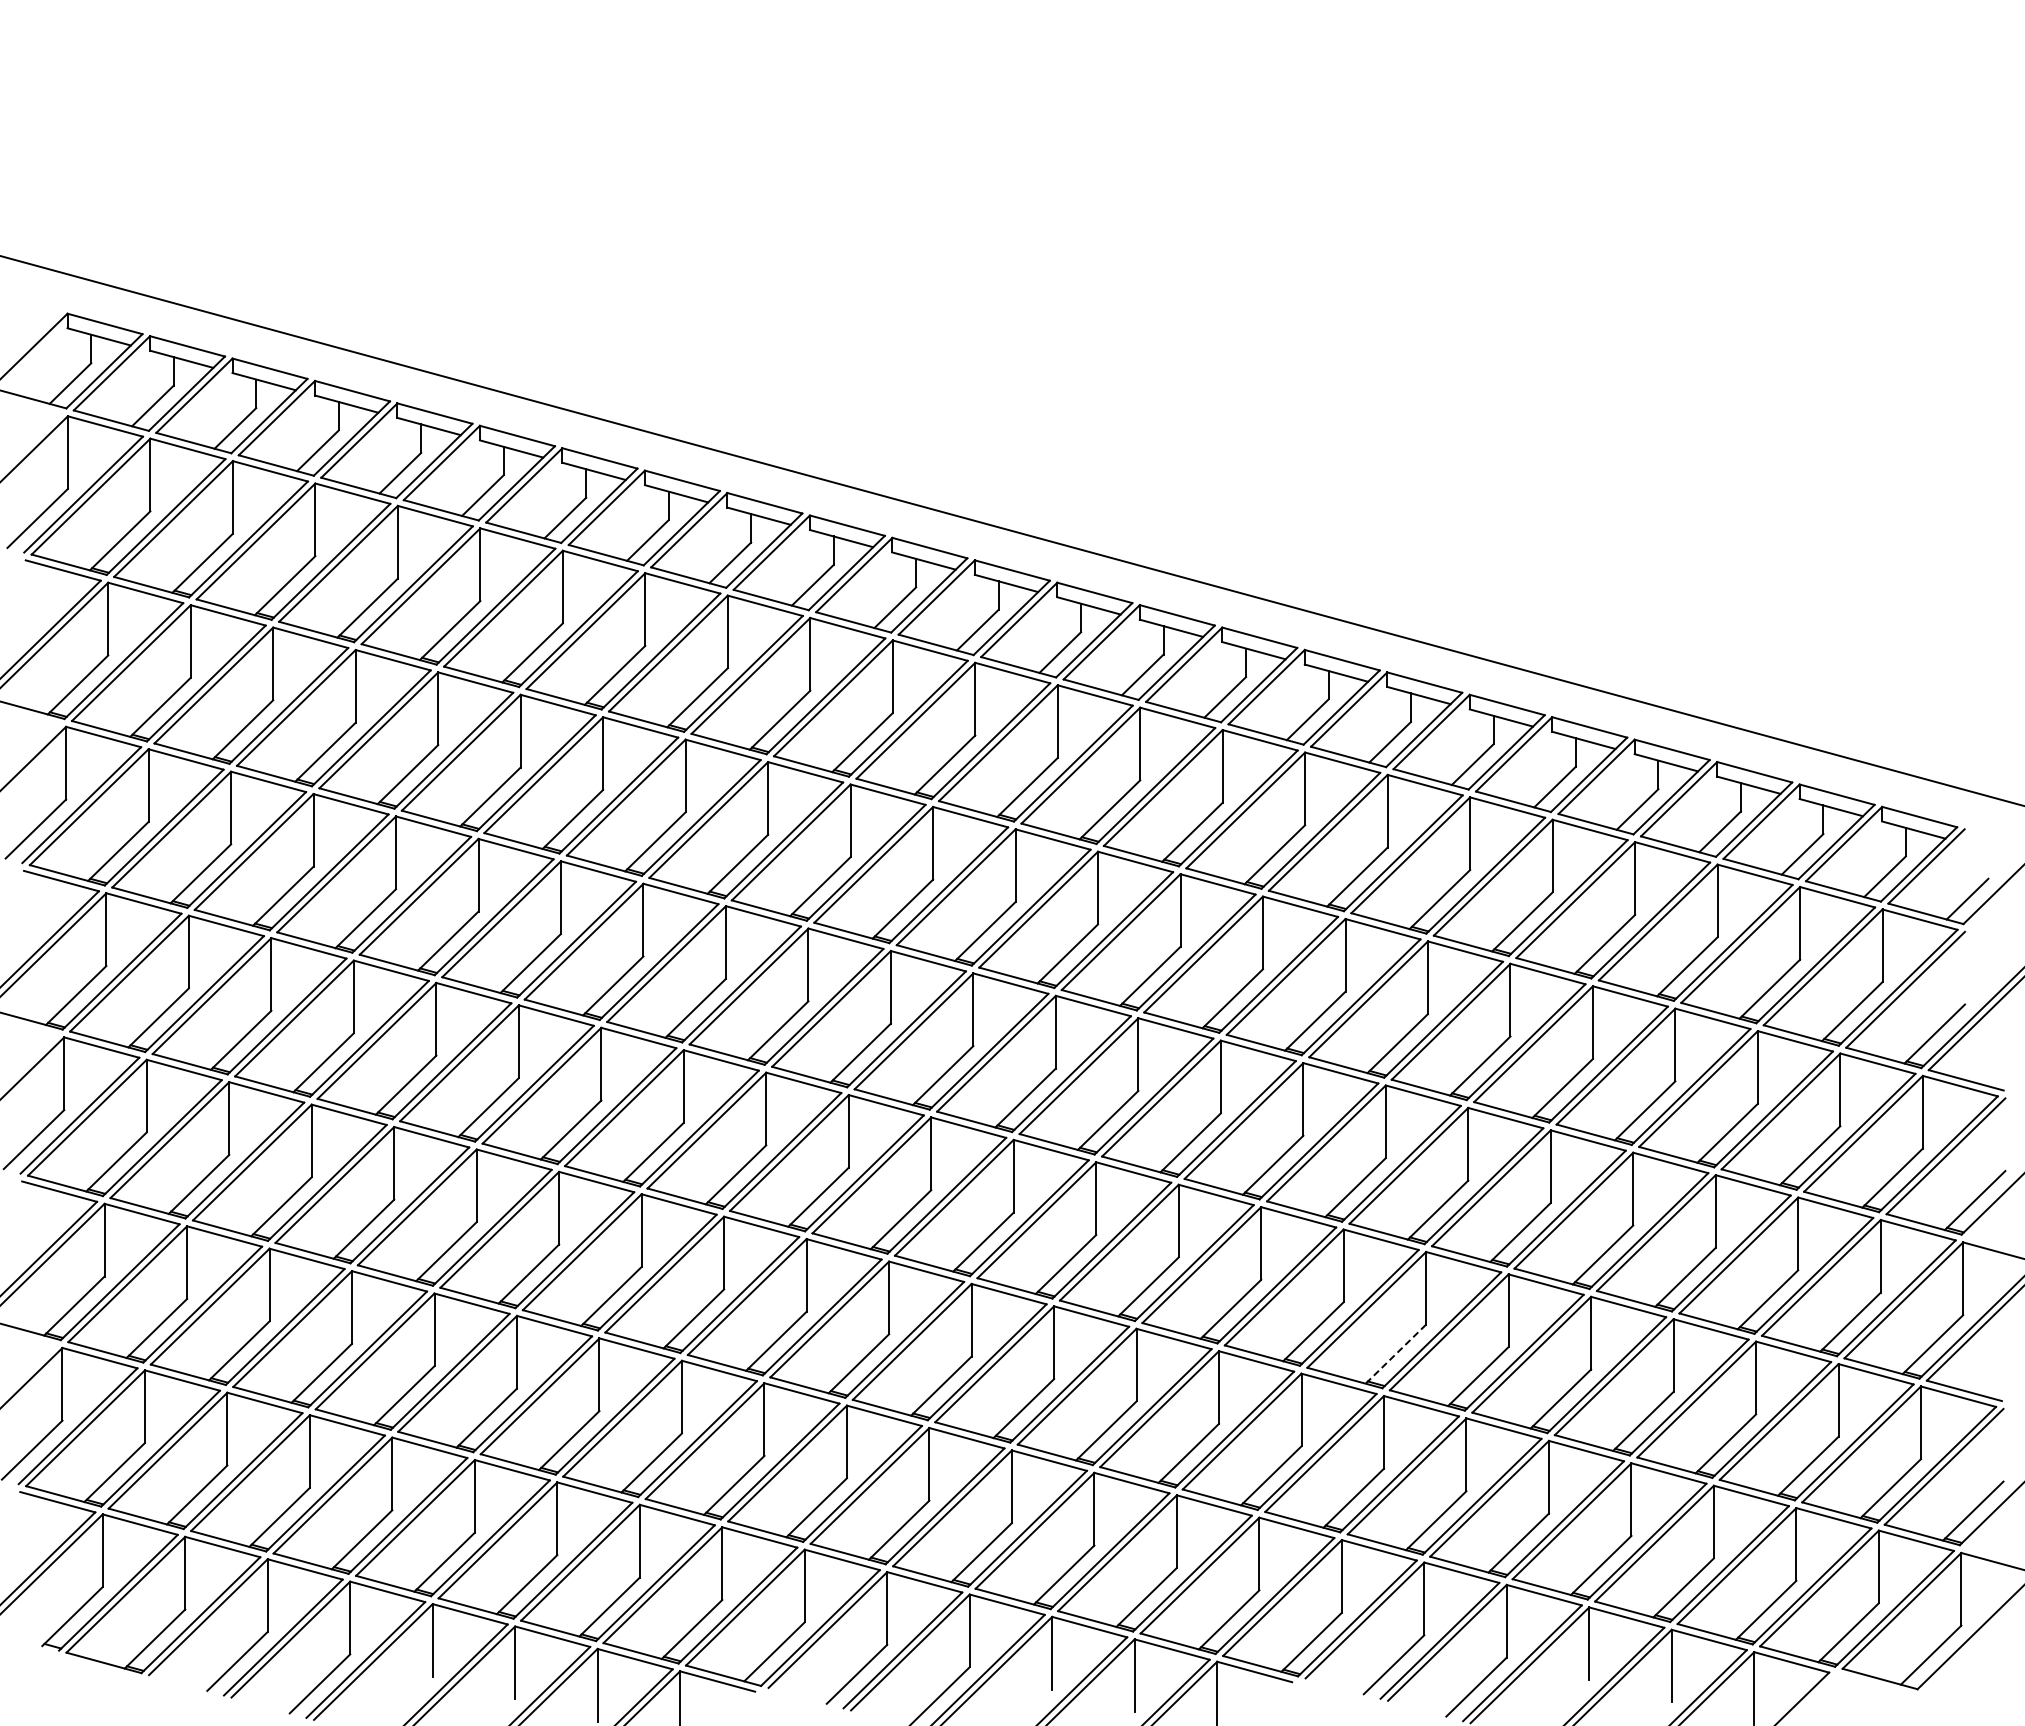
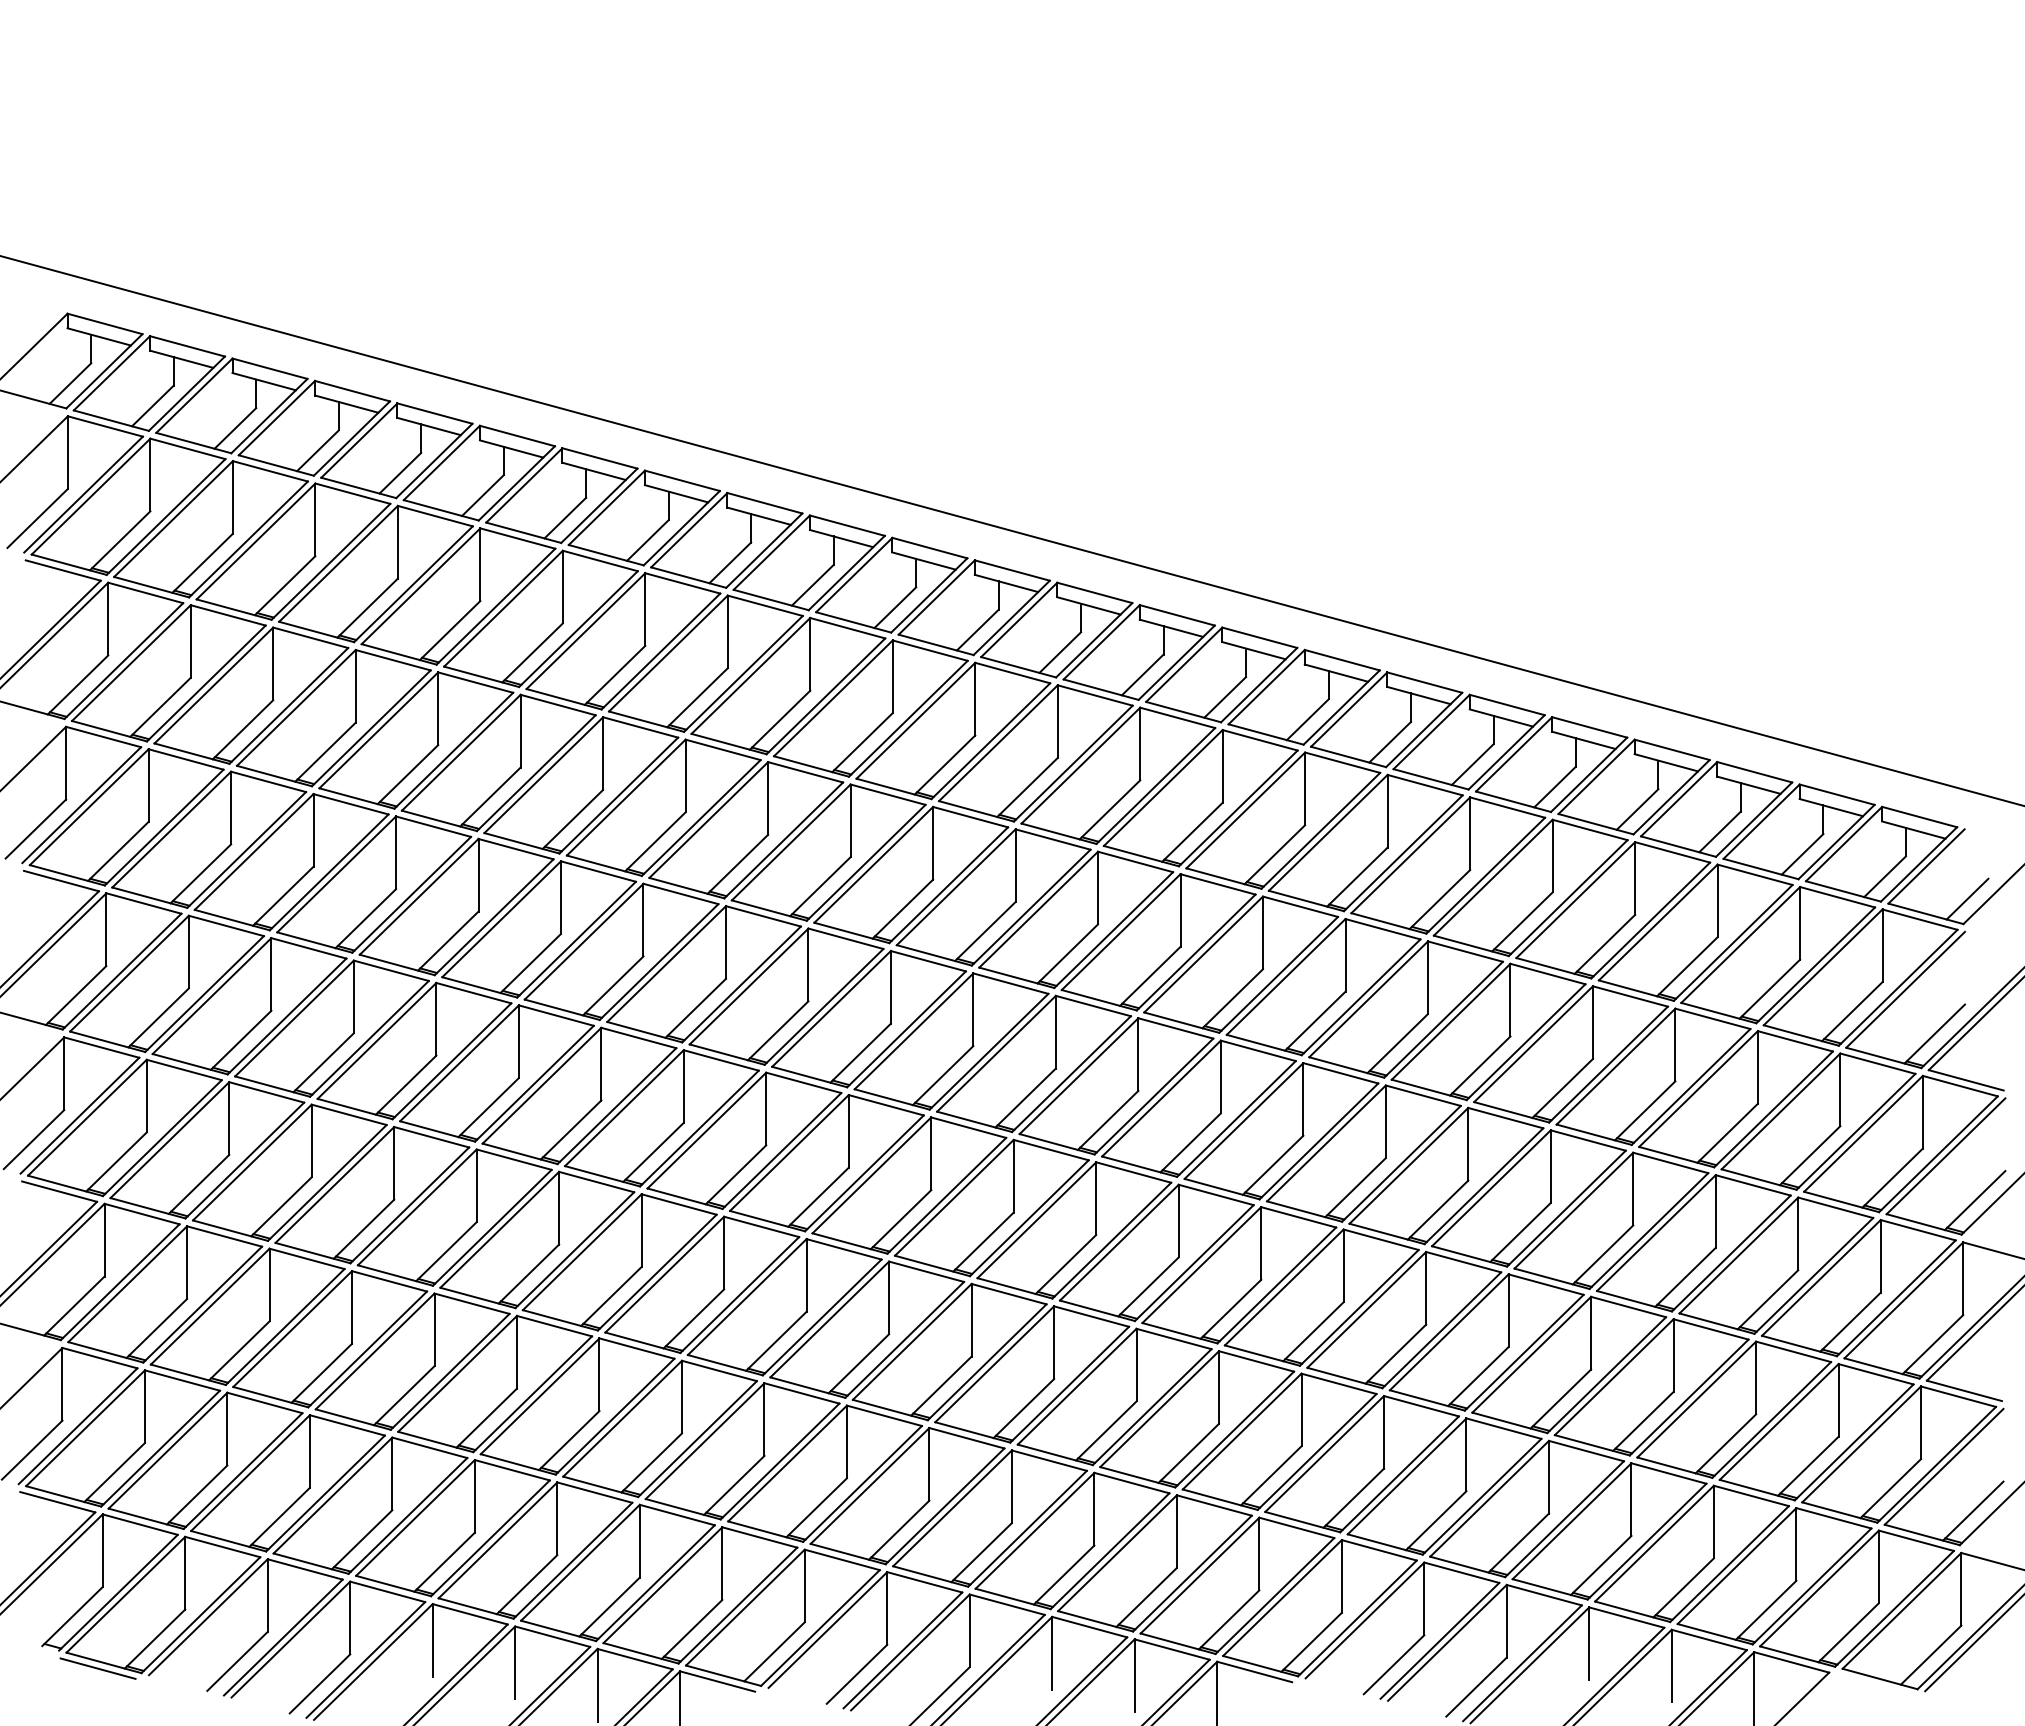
line at (1395, 1354): dashed -> solid
line at (1973, 1644): none -> present
line at (97, 1668): none -> present
